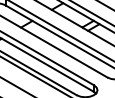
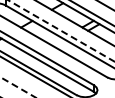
line at (61, 30): solid -> dashed
line at (18, 87): solid -> dashed
